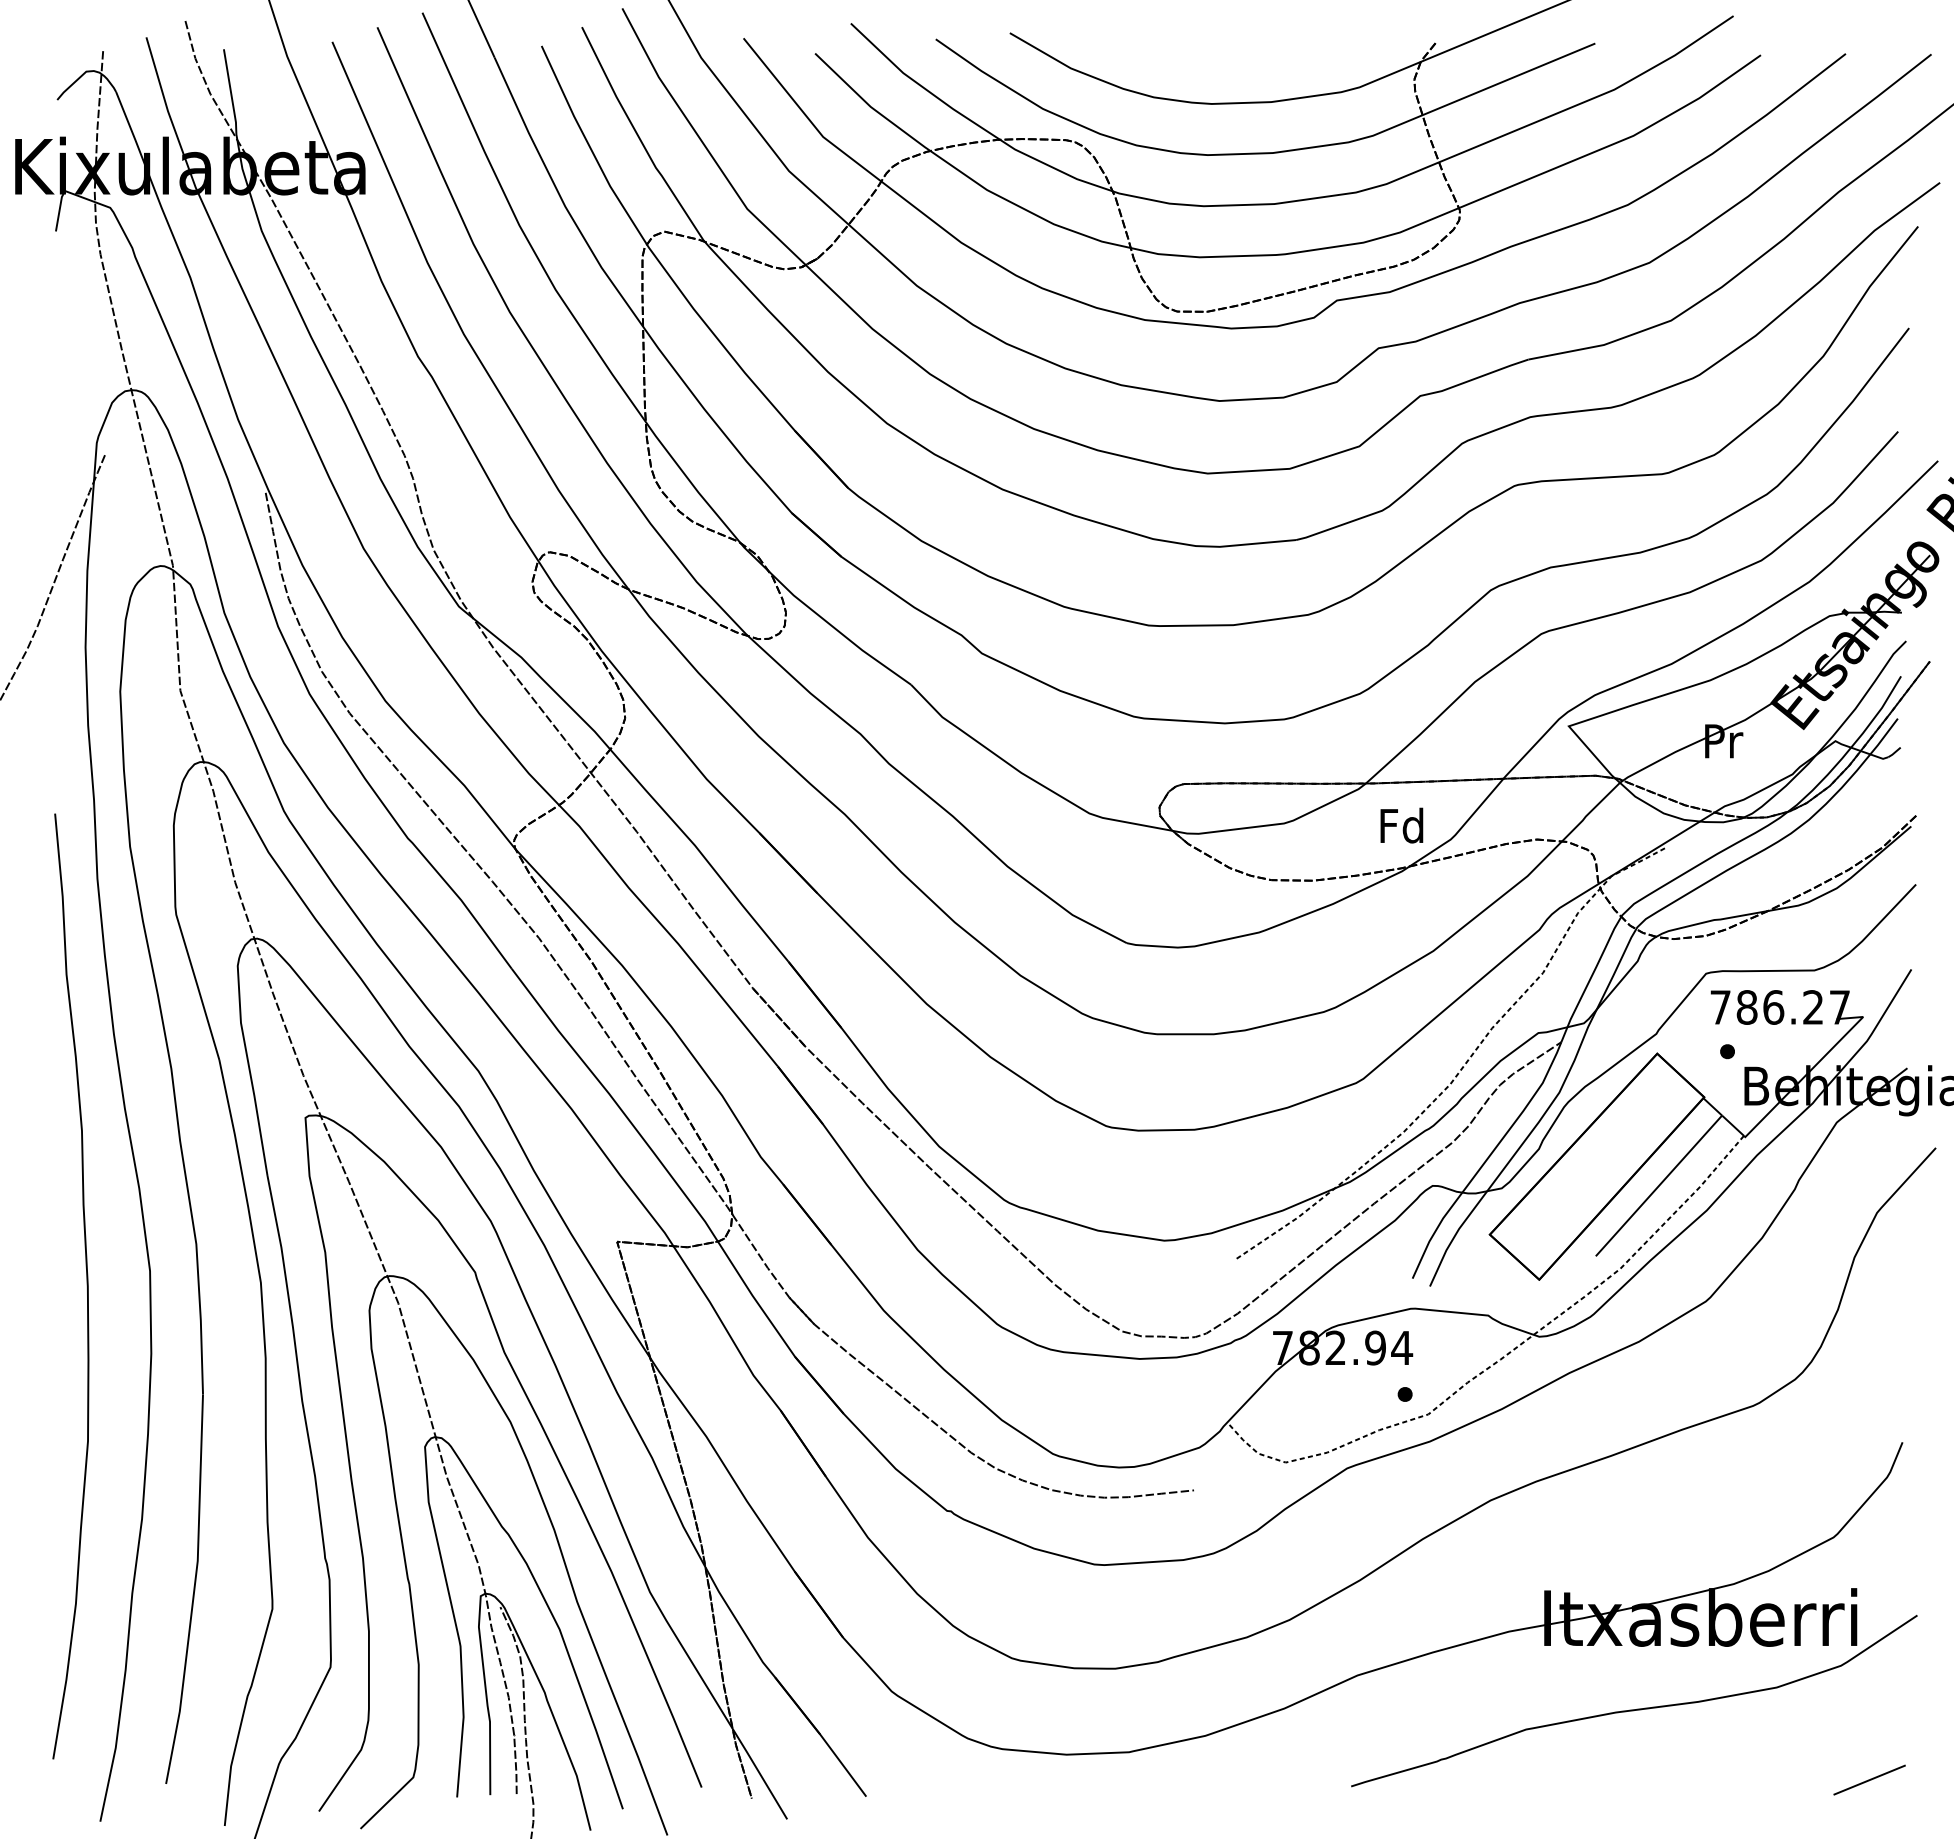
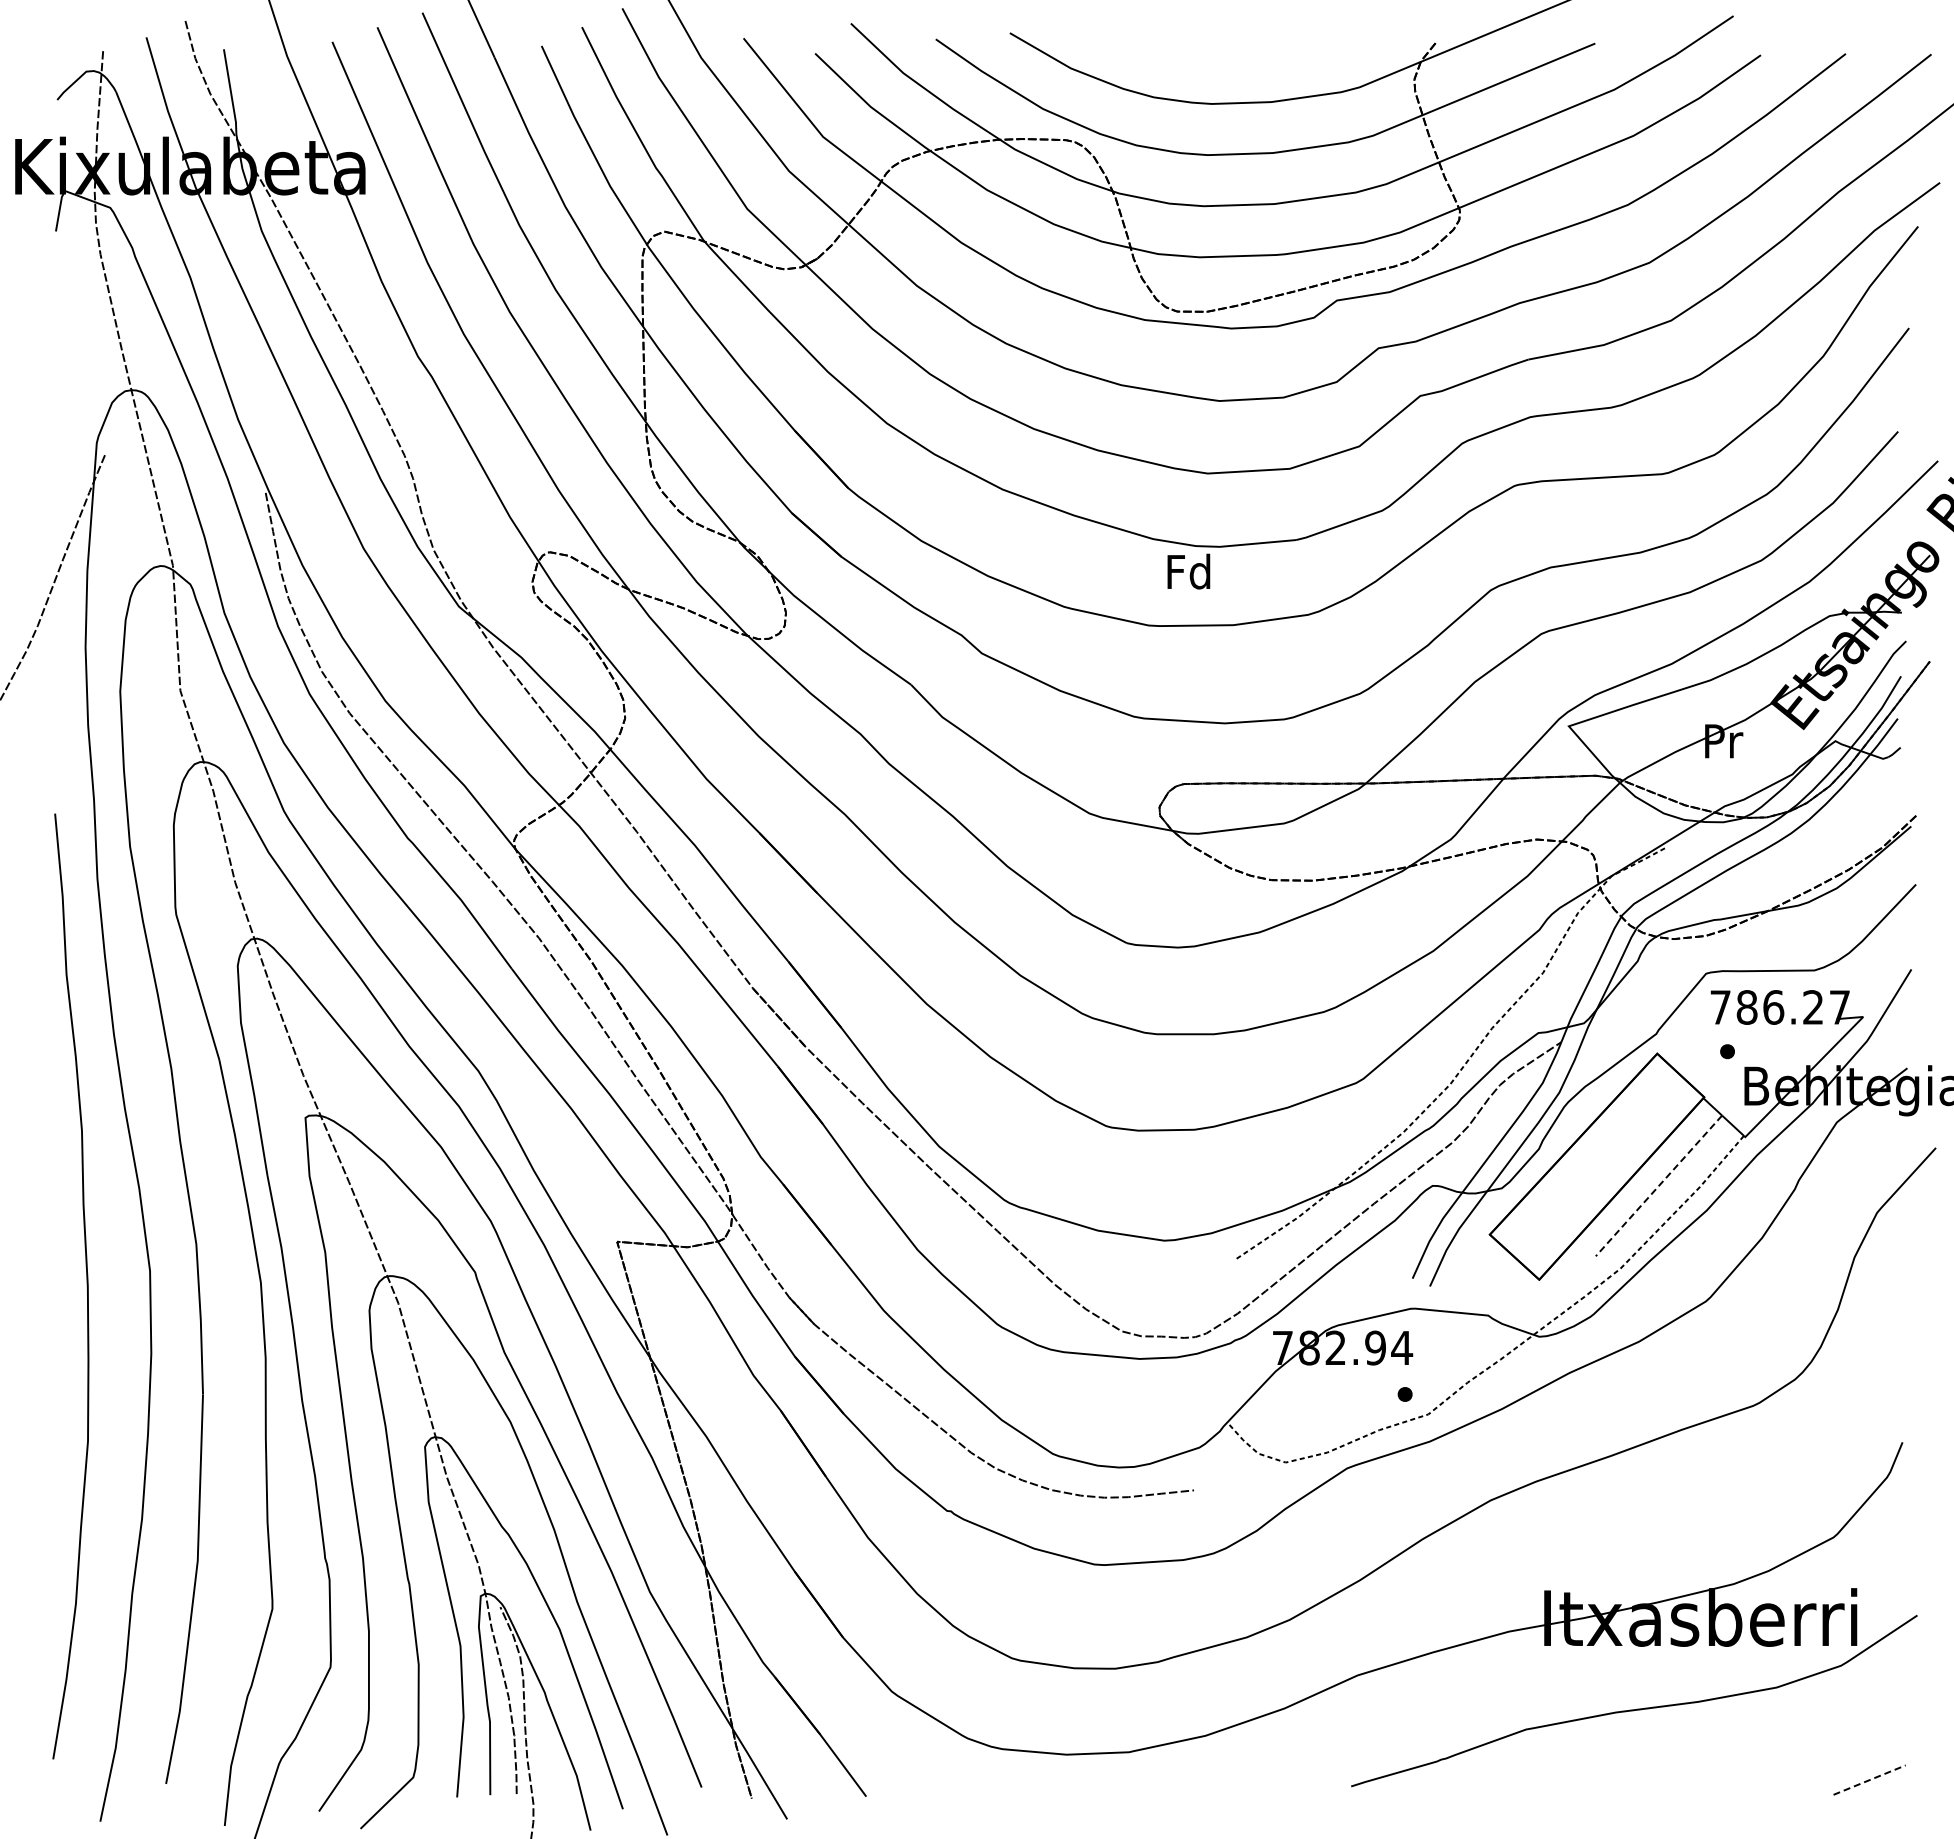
text at (1401, 825) position: (1401, 825) -> (1188, 571)
line at (1658, 1185): solid -> dashed
line at (1869, 1780): solid -> dashed
